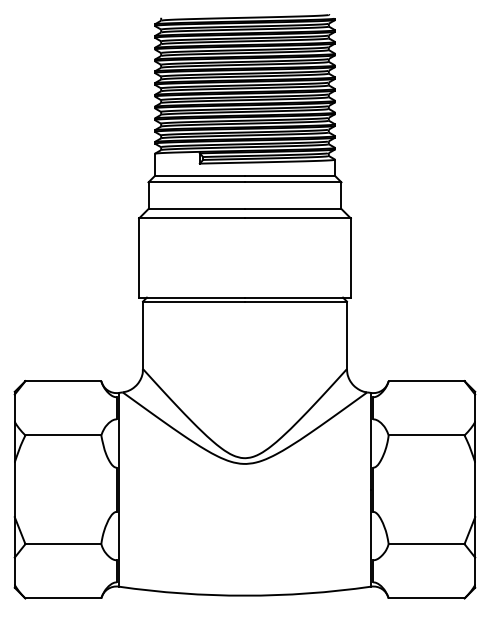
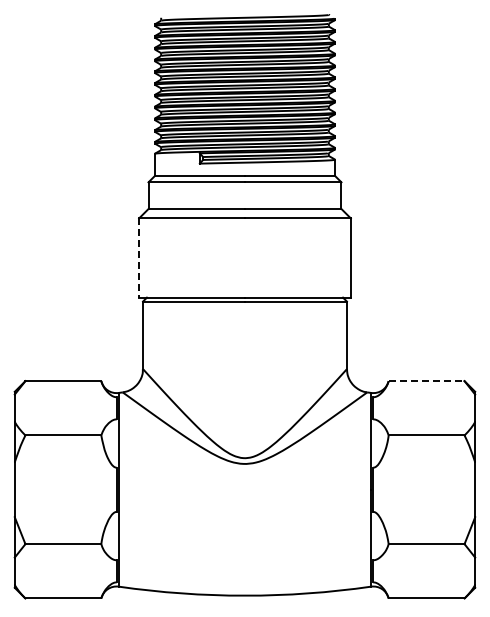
line at (139, 258): solid -> dashed
line at (426, 381): solid -> dashed
